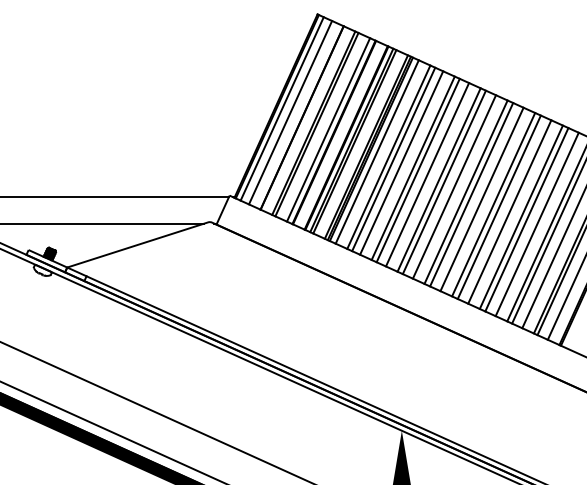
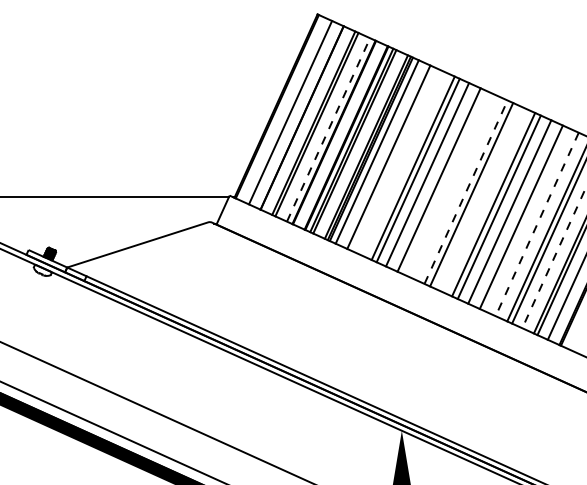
line at (281, 108): present -> none
line at (328, 129): solid -> dashed
line at (393, 159): present -> none
line at (401, 162): present -> none
line at (443, 182): present -> none
line at (454, 186): present -> none
line at (466, 192): solid -> dashed
line at (481, 199): present -> none
line at (526, 219): present -> none
line at (103, 223): present -> none
line at (537, 224): solid -> dashed
line at (554, 257): solid -> dashed
